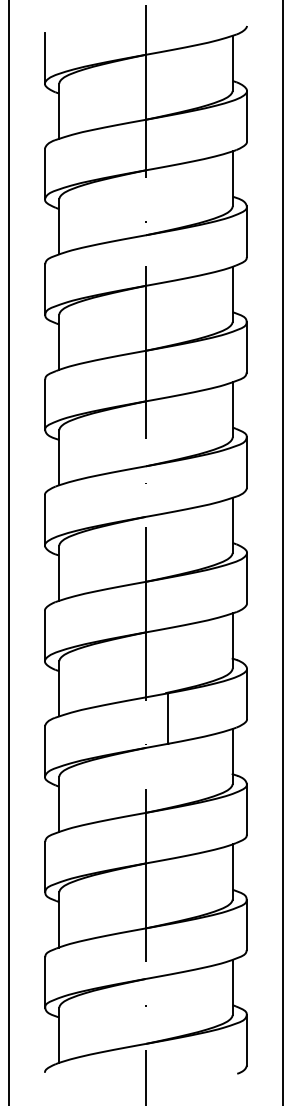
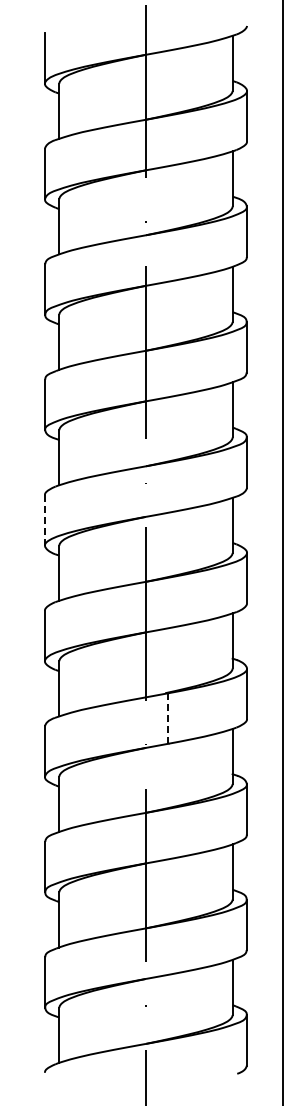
line at (44, 521): solid -> dashed
line at (8, 552): present -> none
line at (168, 719): solid -> dashed
